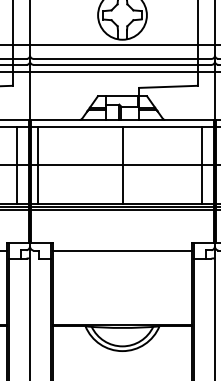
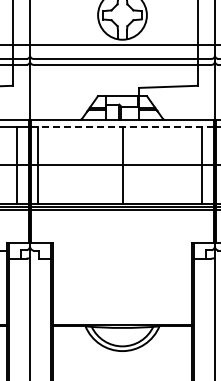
line at (109, 71): present -> none
line at (122, 126): solid -> dashed
line at (122, 250): present -> none
